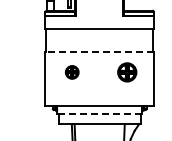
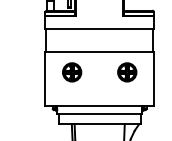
line at (99, 52): dashed -> solid
part at (72, 72) size: 15x15 px -> 21x21 px
line at (99, 114): dashed -> solid
